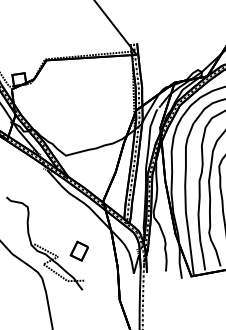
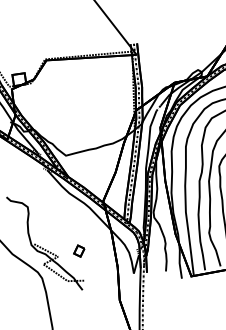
part at (78, 250) size: 20x22 px -> 13x14 px
